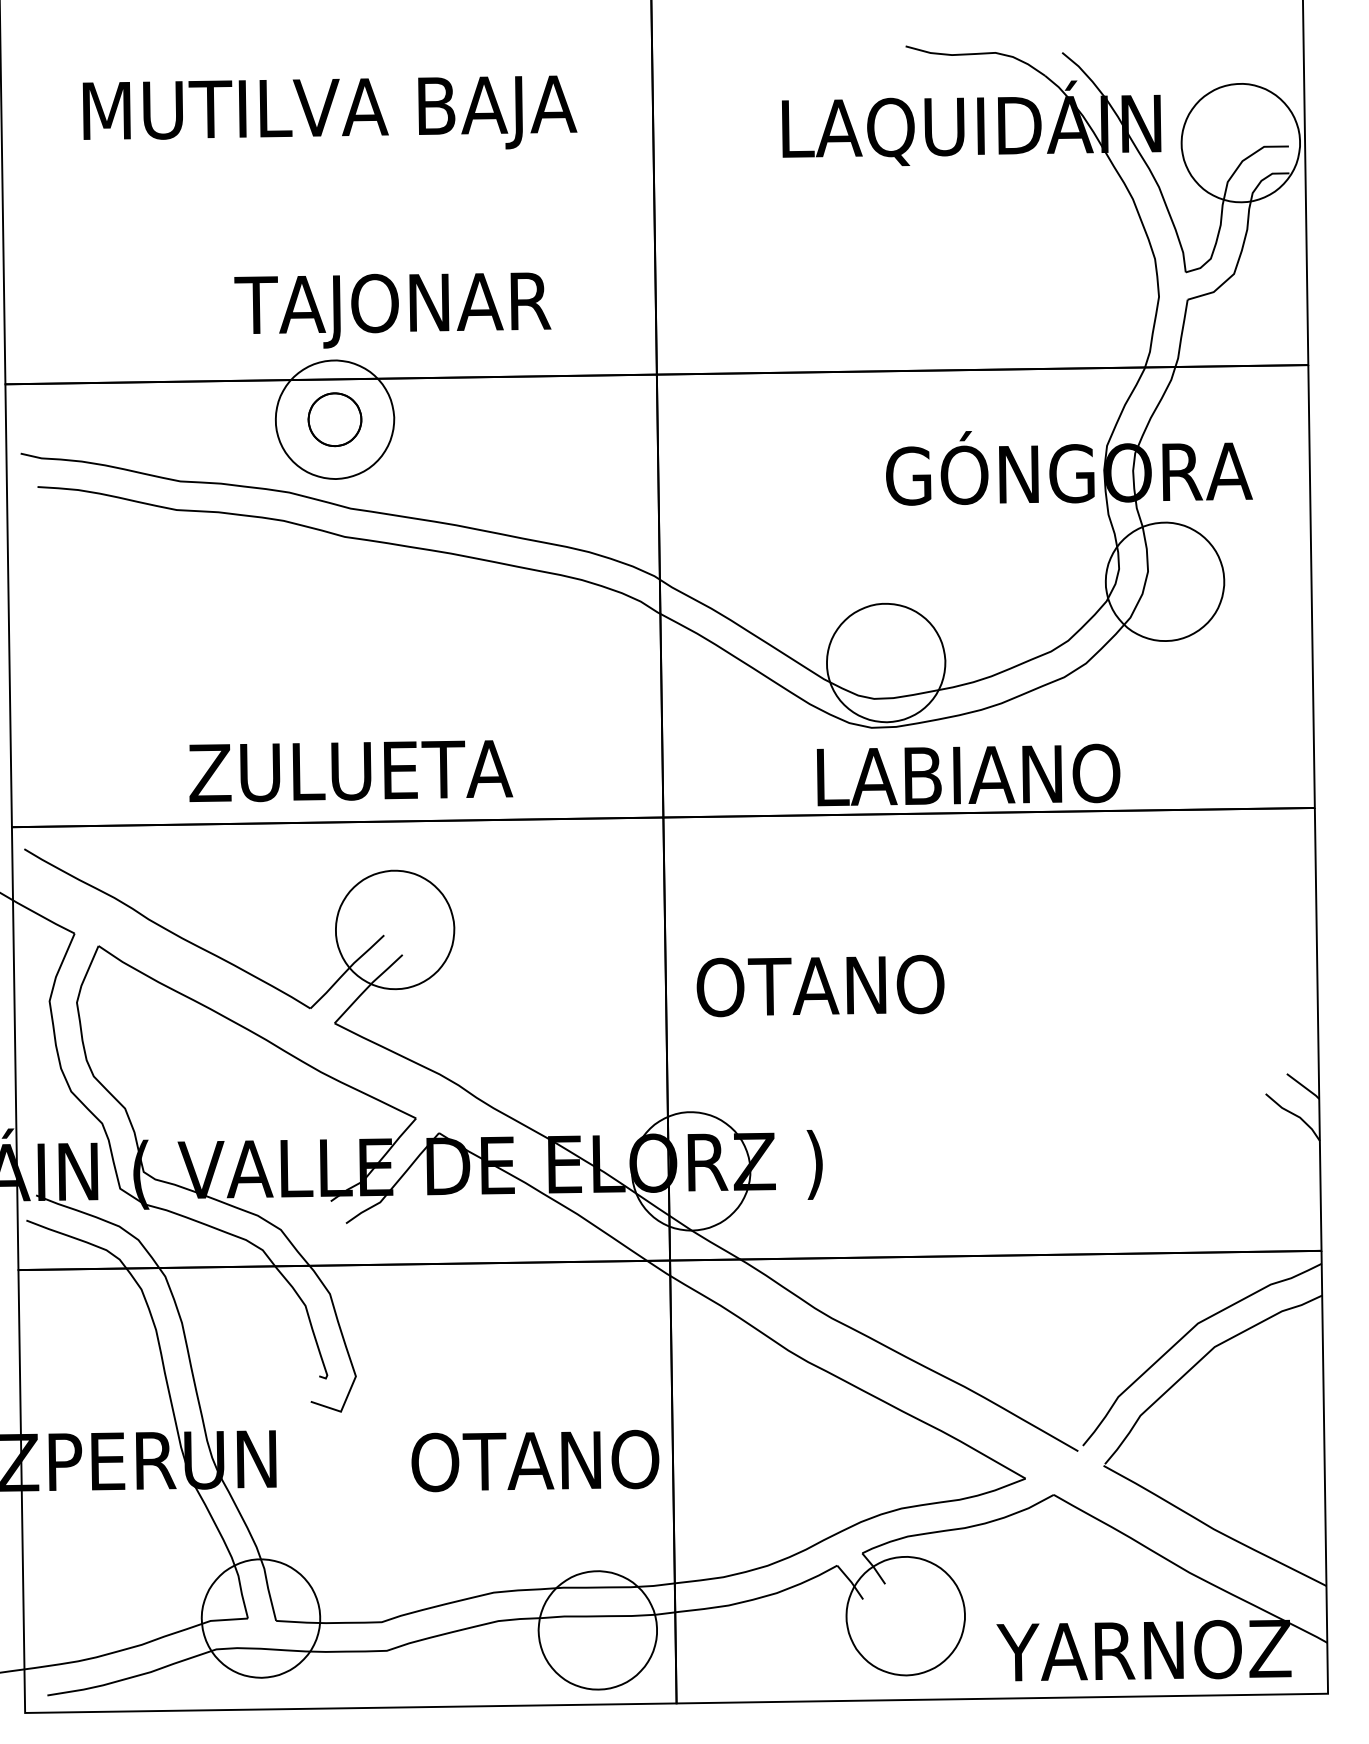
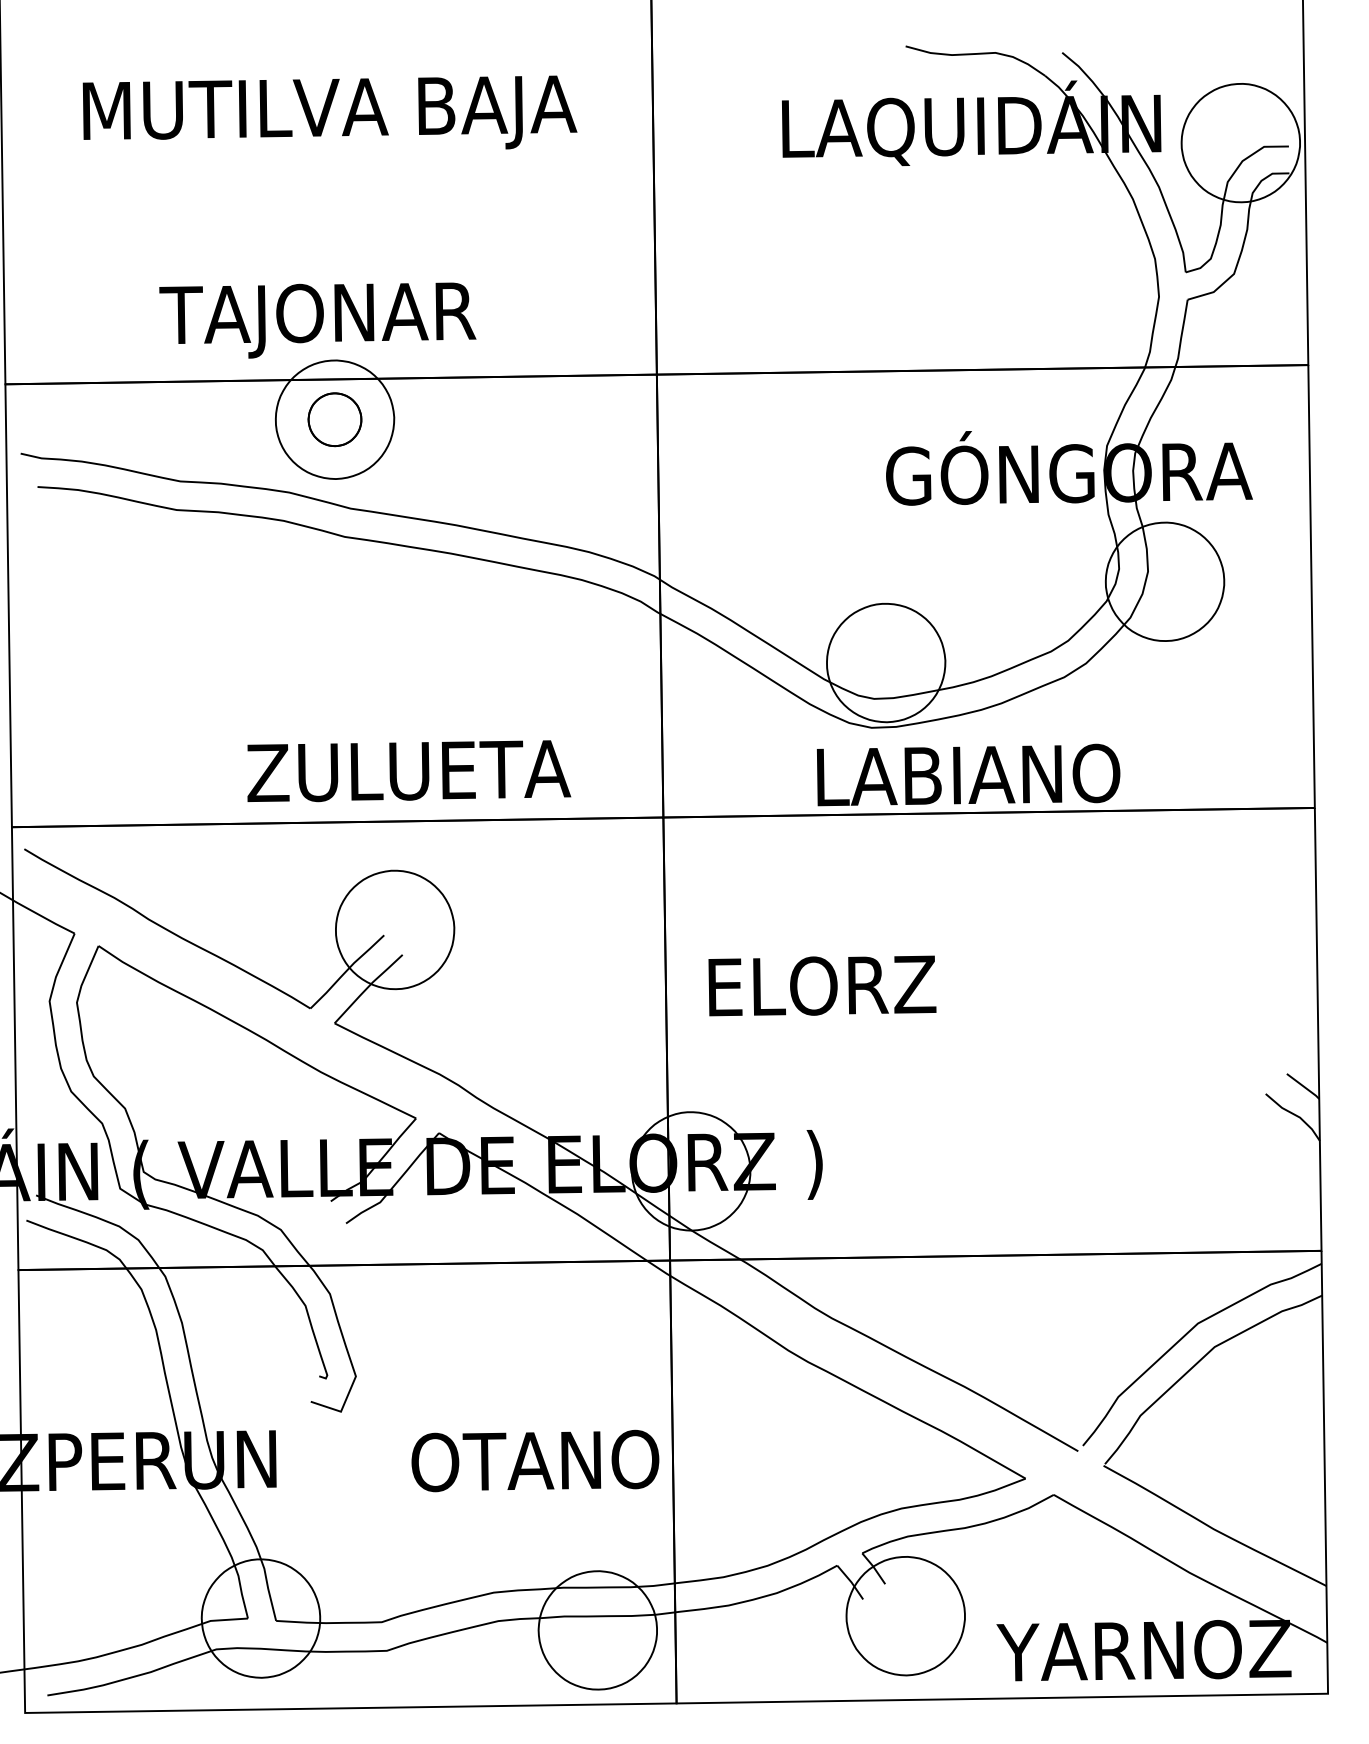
text at (392, 310) position: (392, 310) -> (317, 320)
text at (351, 771) position: (351, 771) -> (409, 771)
text at (820, 985): OTANO -> ELORZ
